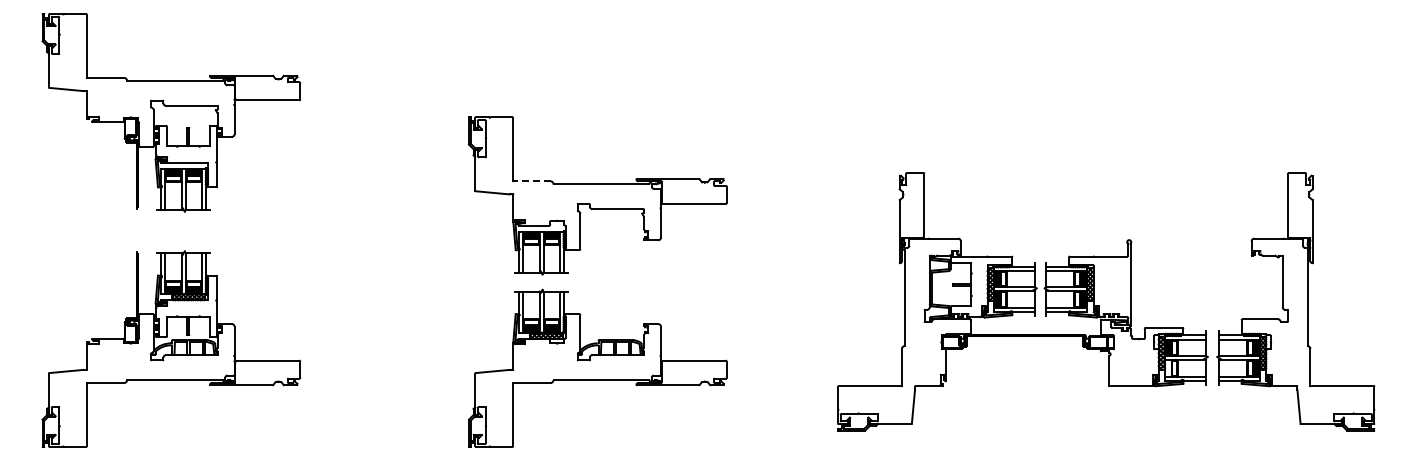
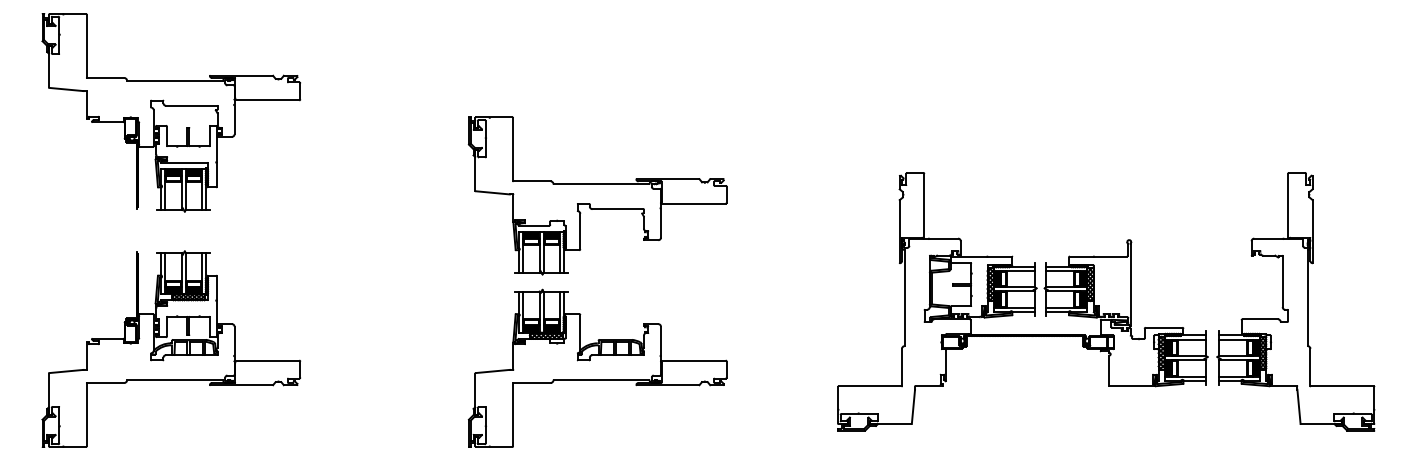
line at (532, 181): dashed -> solid
fill at (1168, 368): none -> present
